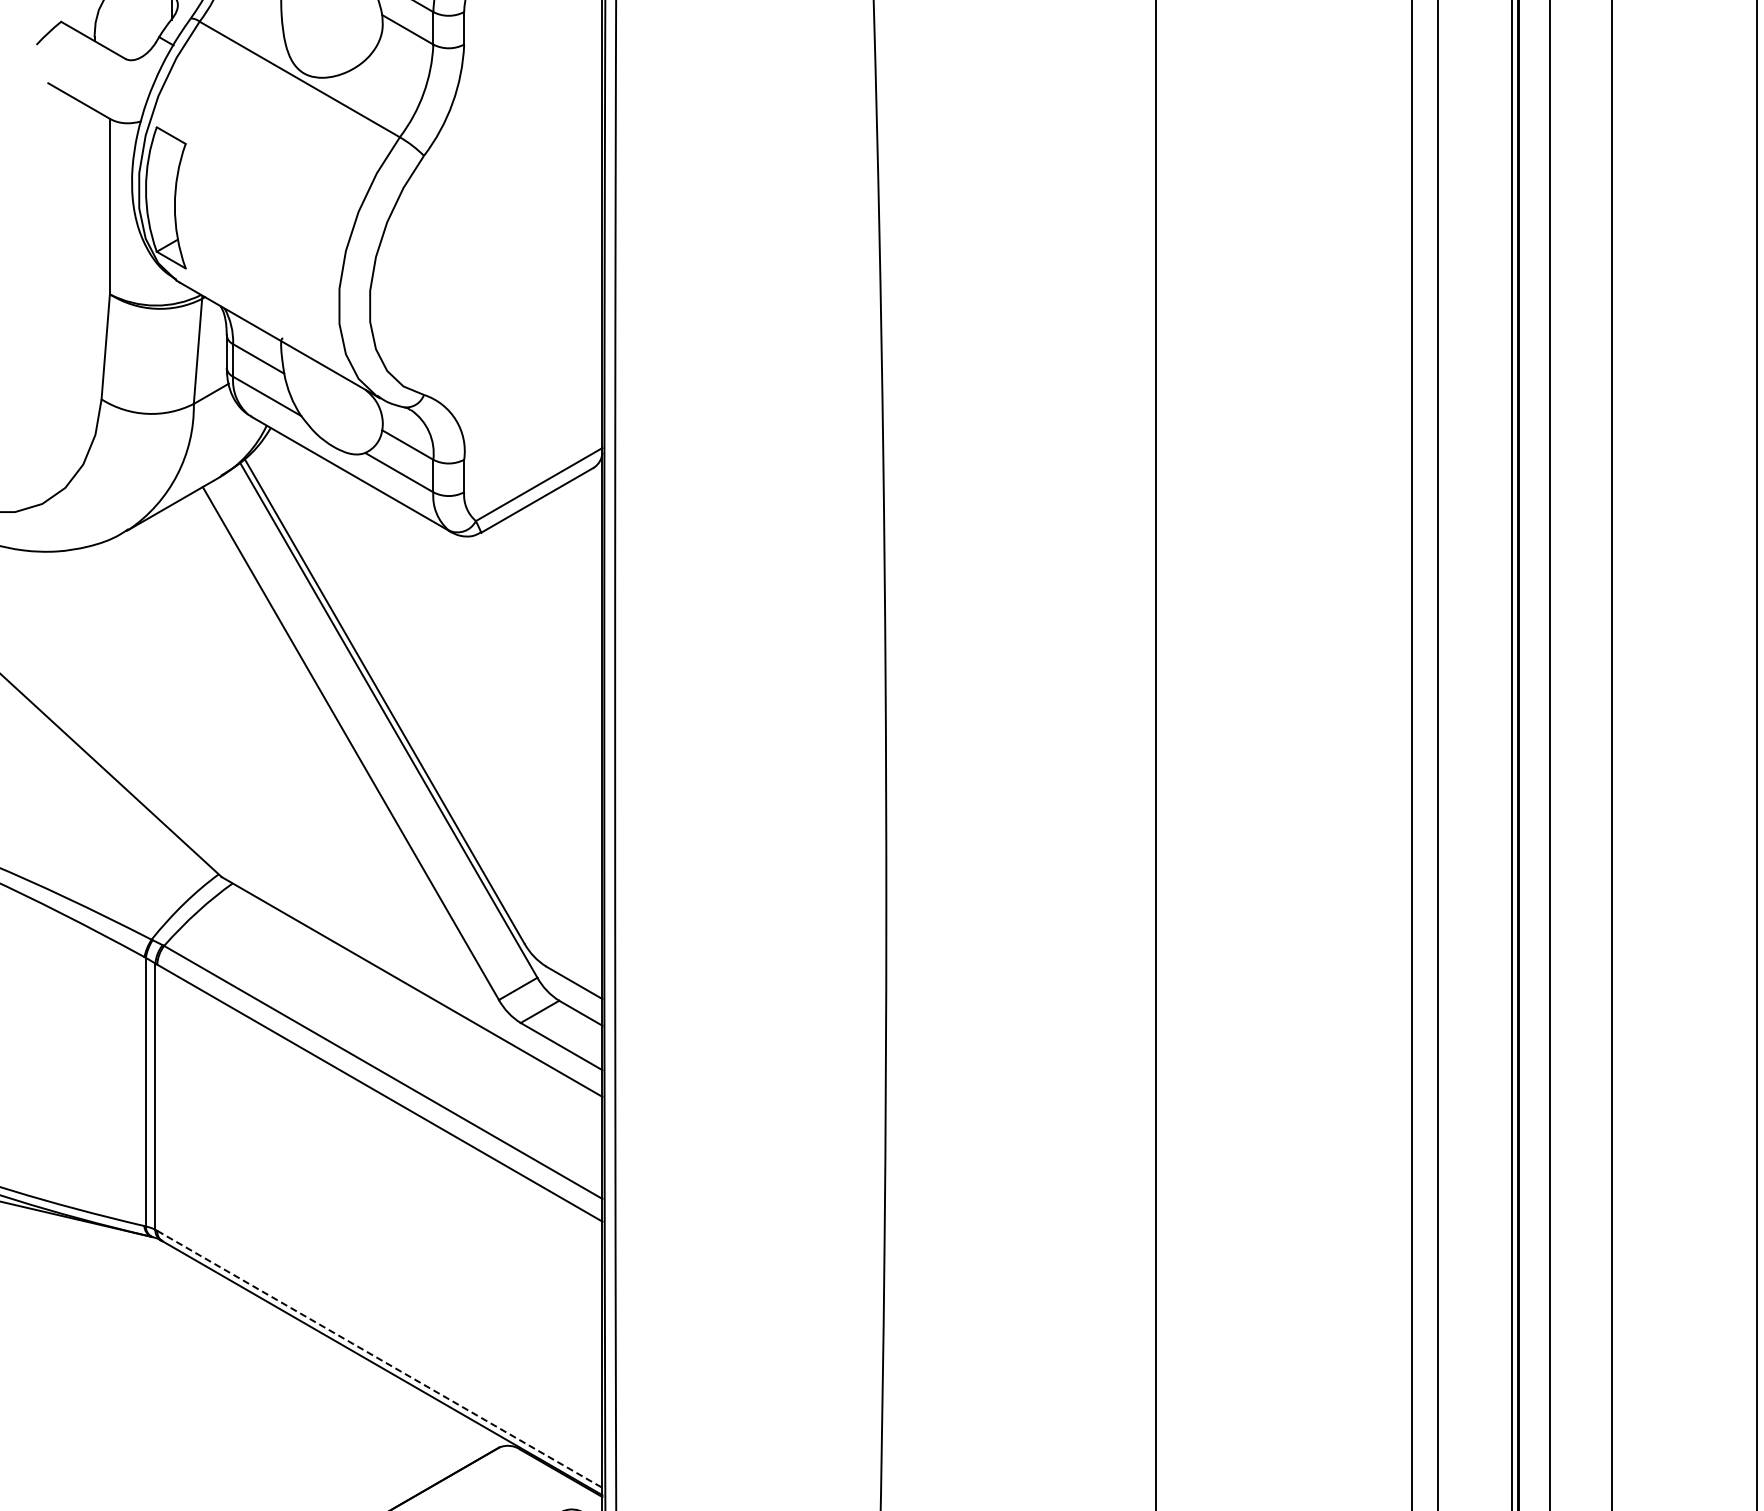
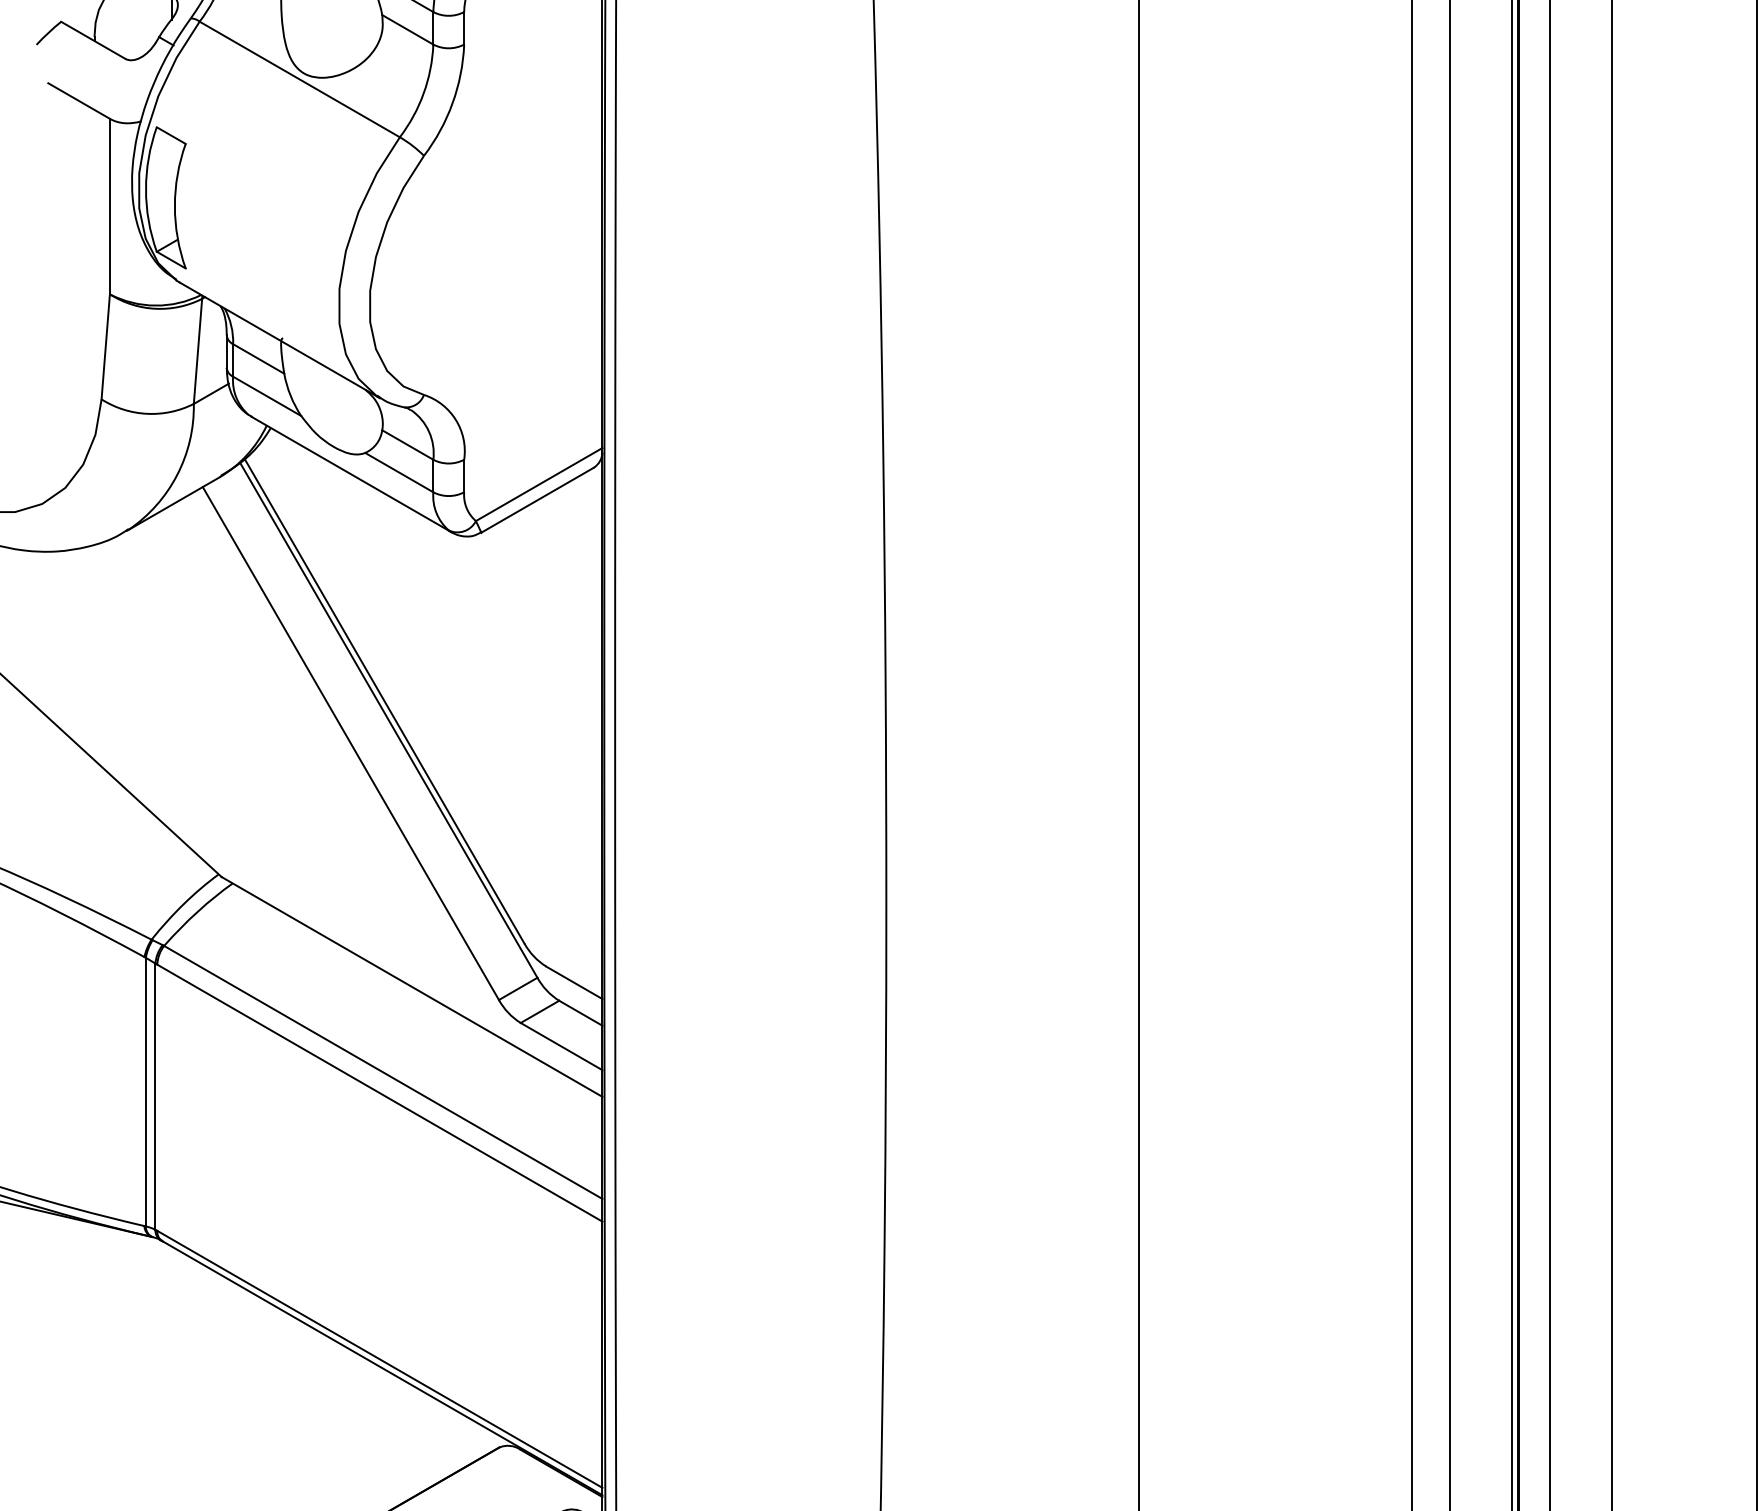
line at (1156, 754) position: (1156, 754) -> (1139, 754)
line at (1437, 754) position: (1437, 754) -> (1449, 754)
line at (380, 1359): dashed -> solid
